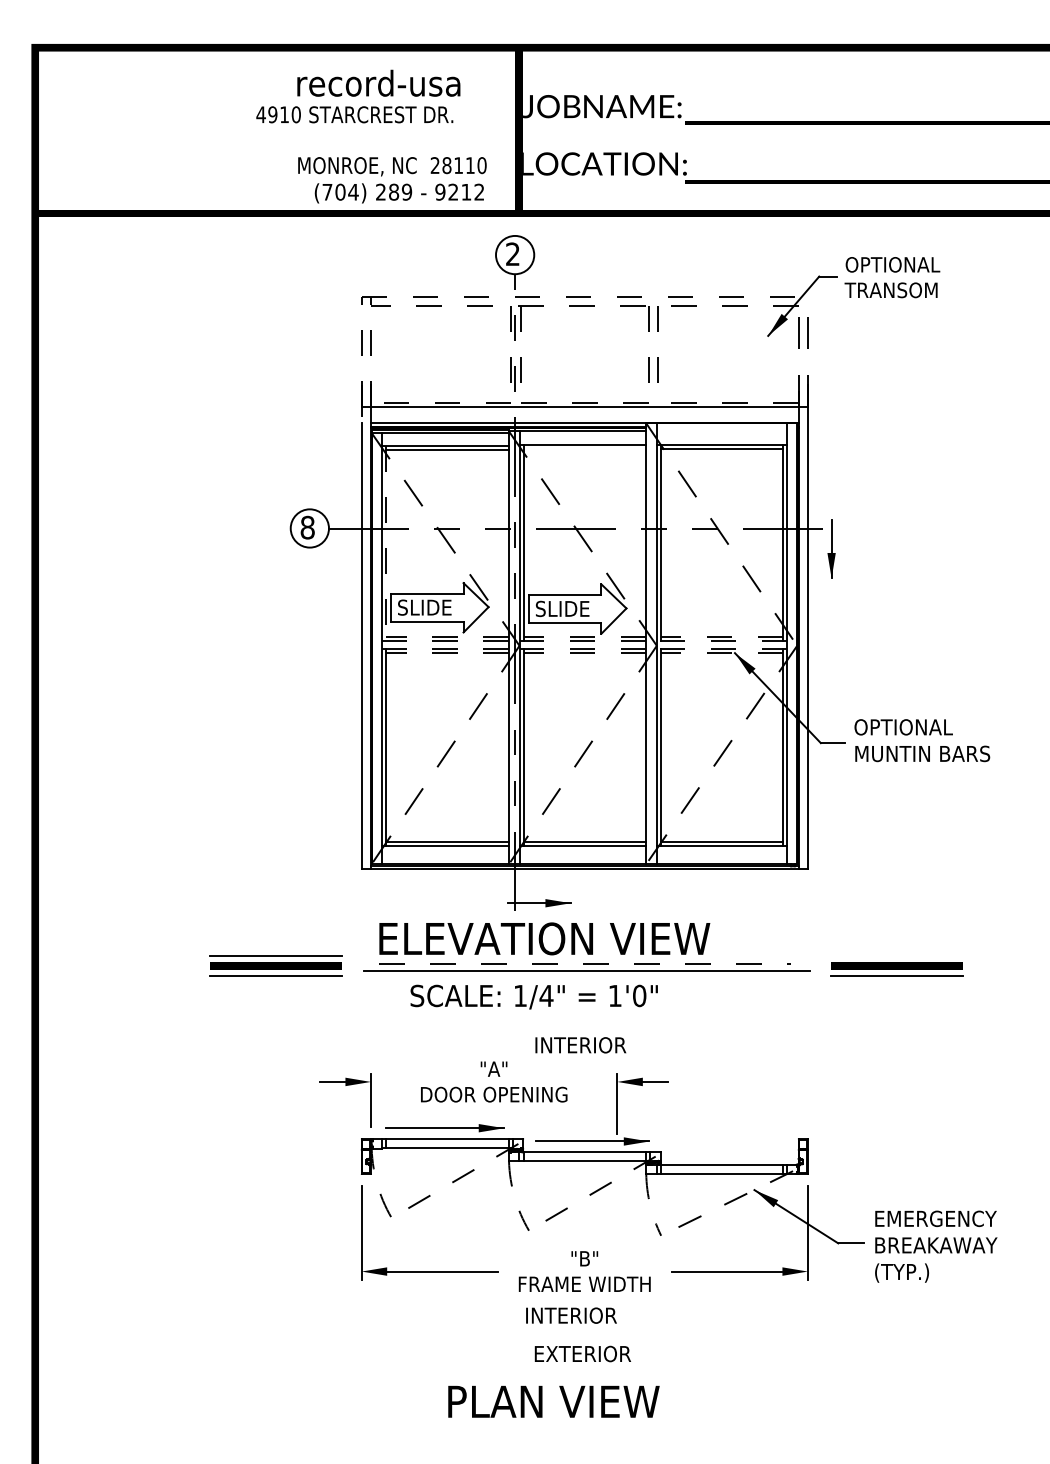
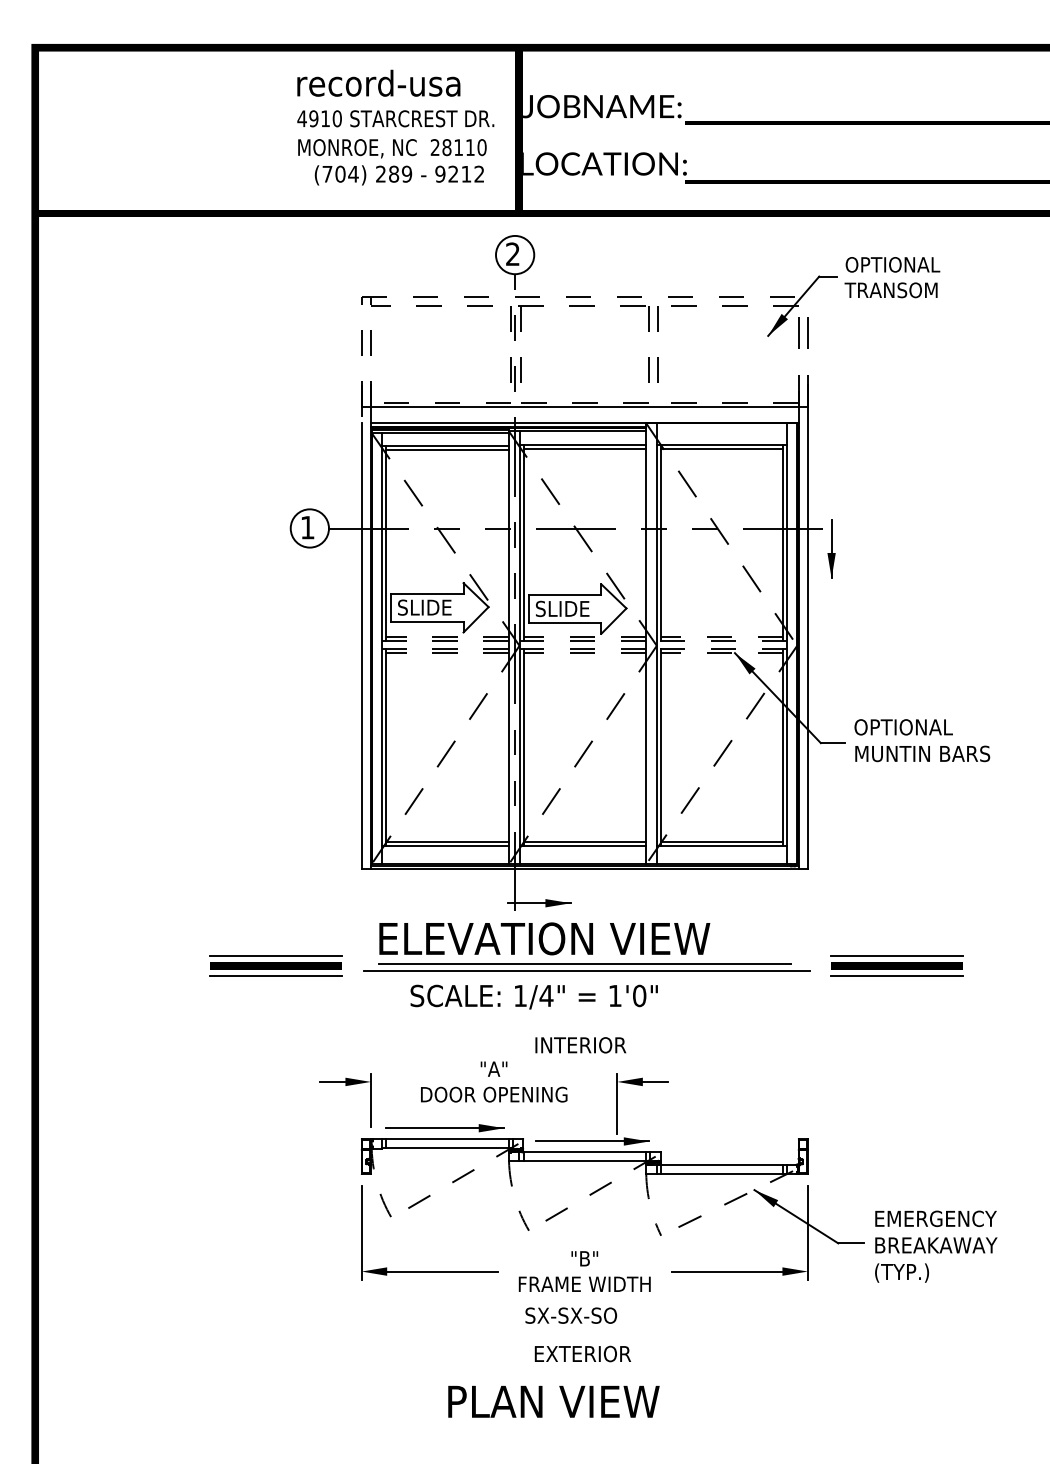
text at (354, 114) position: (354, 114) -> (395, 118)
text at (392, 180) position: (392, 180) -> (392, 162)
line at (584, 448): none -> present
text at (307, 527): 8 -> 1
line at (386, 544): dashed -> solid
line at (896, 956): none -> present
line at (585, 964): dashed -> solid
text at (571, 1315): INTERIOR -> SX-SX-SO
